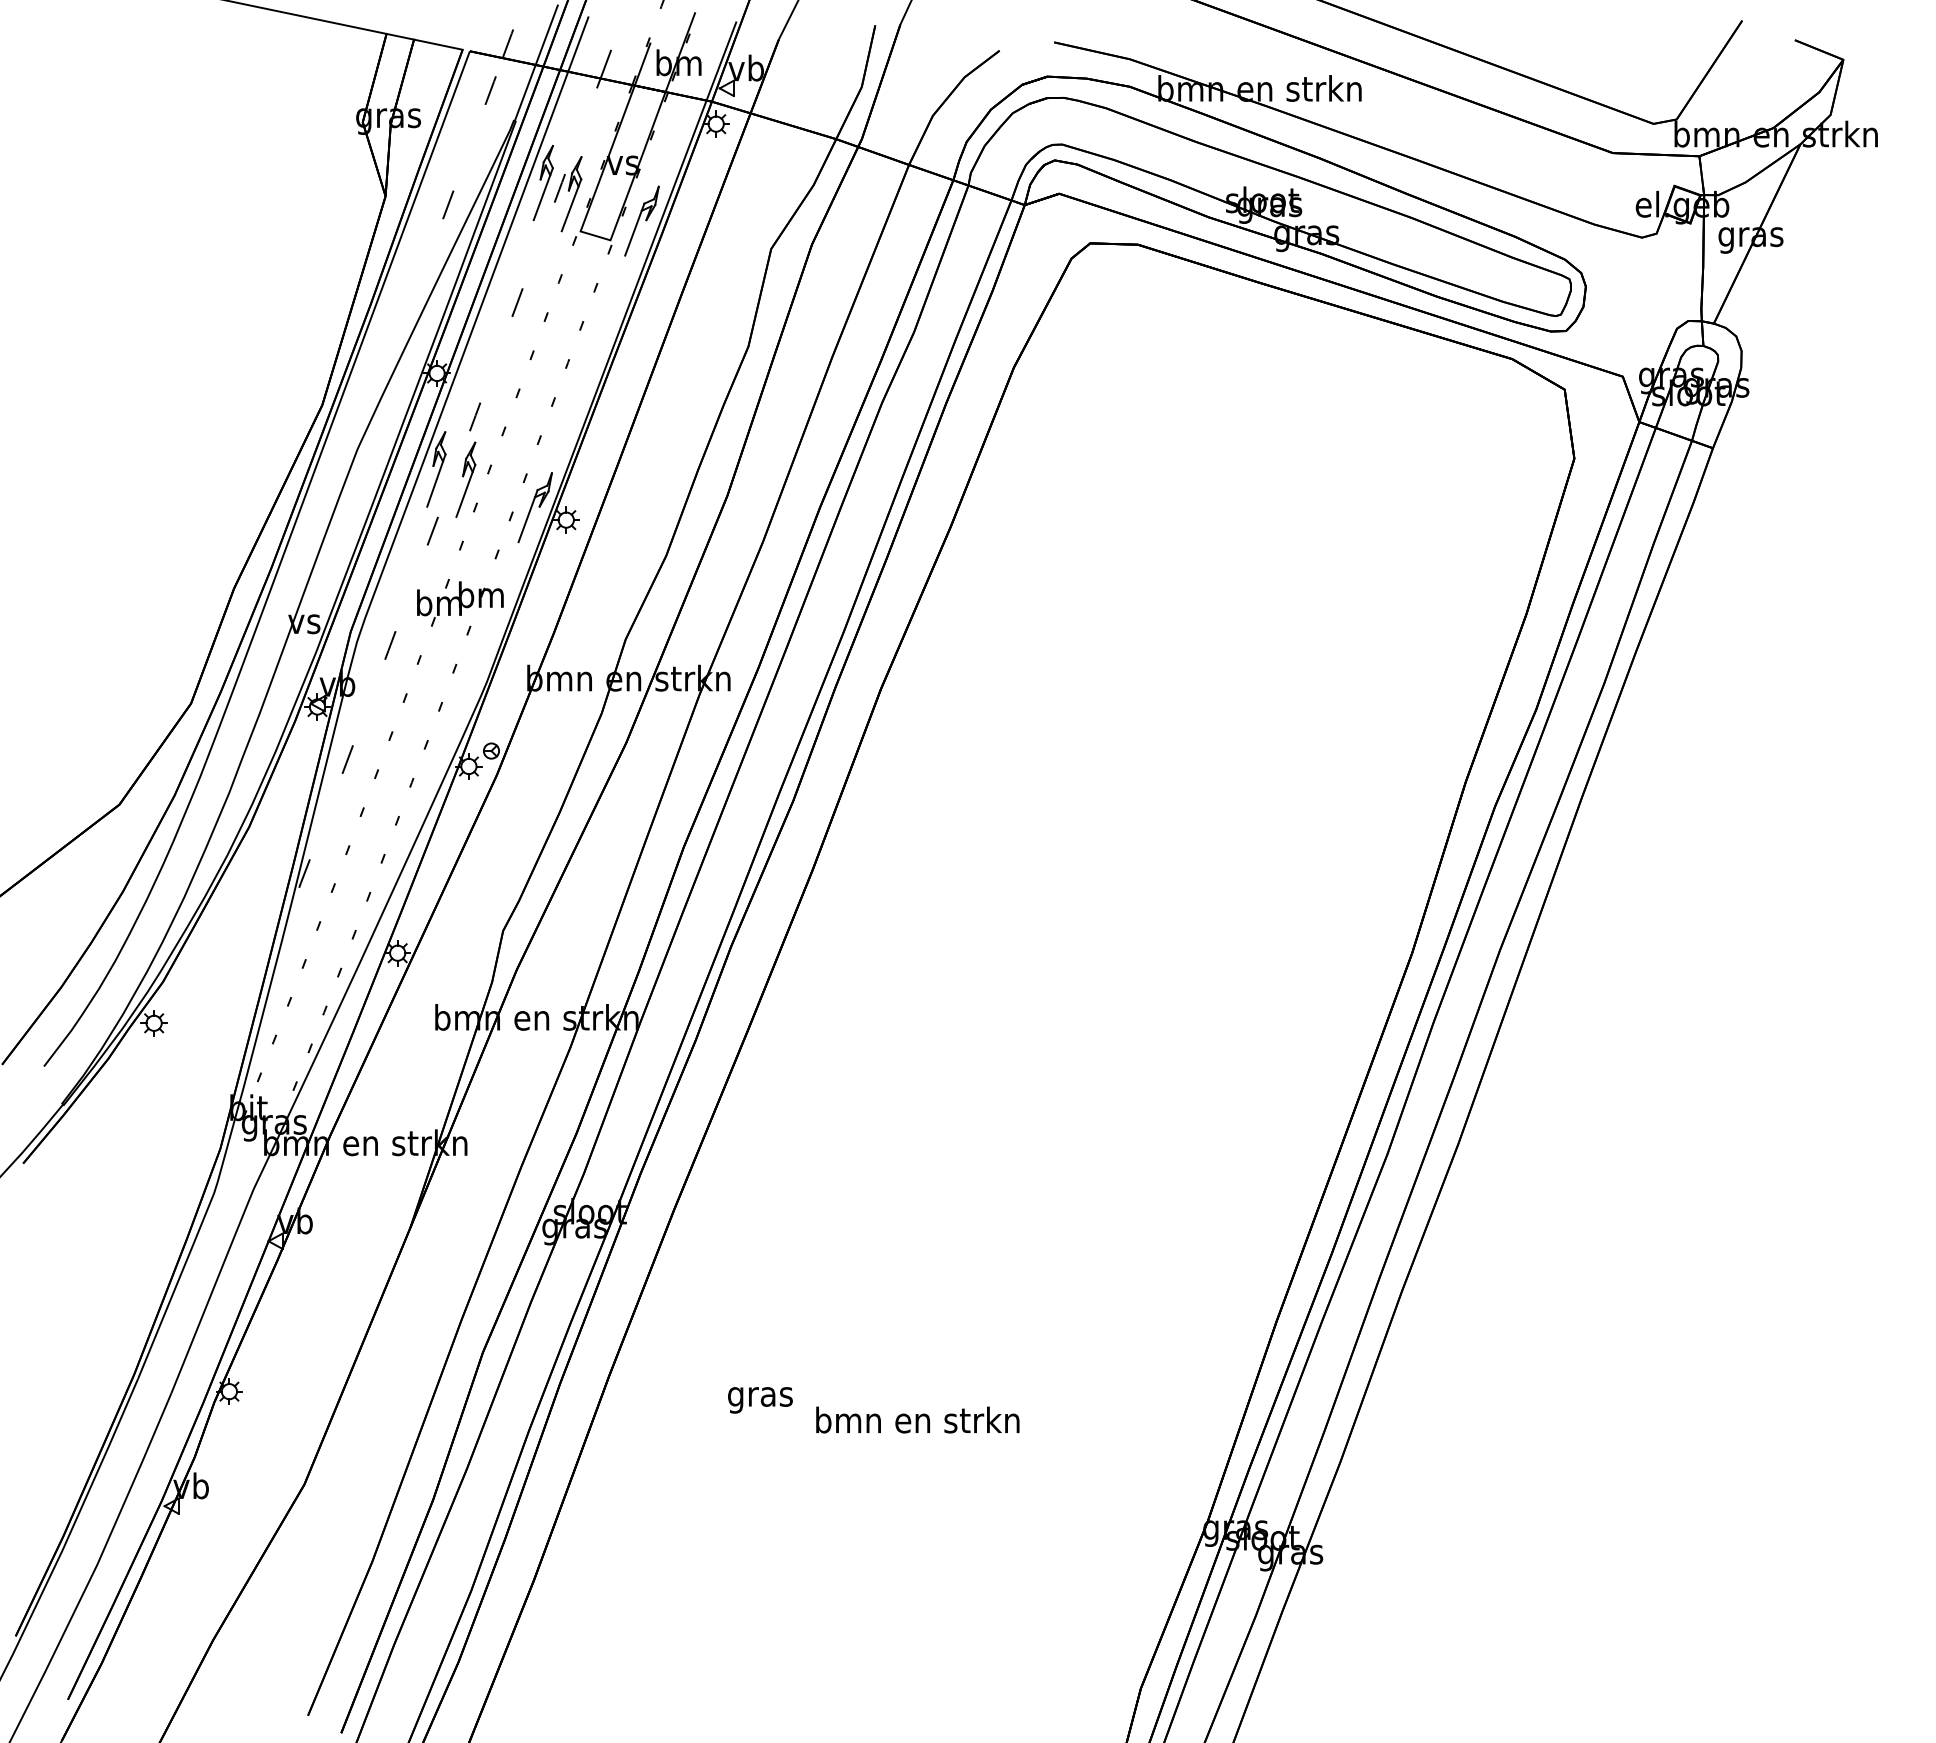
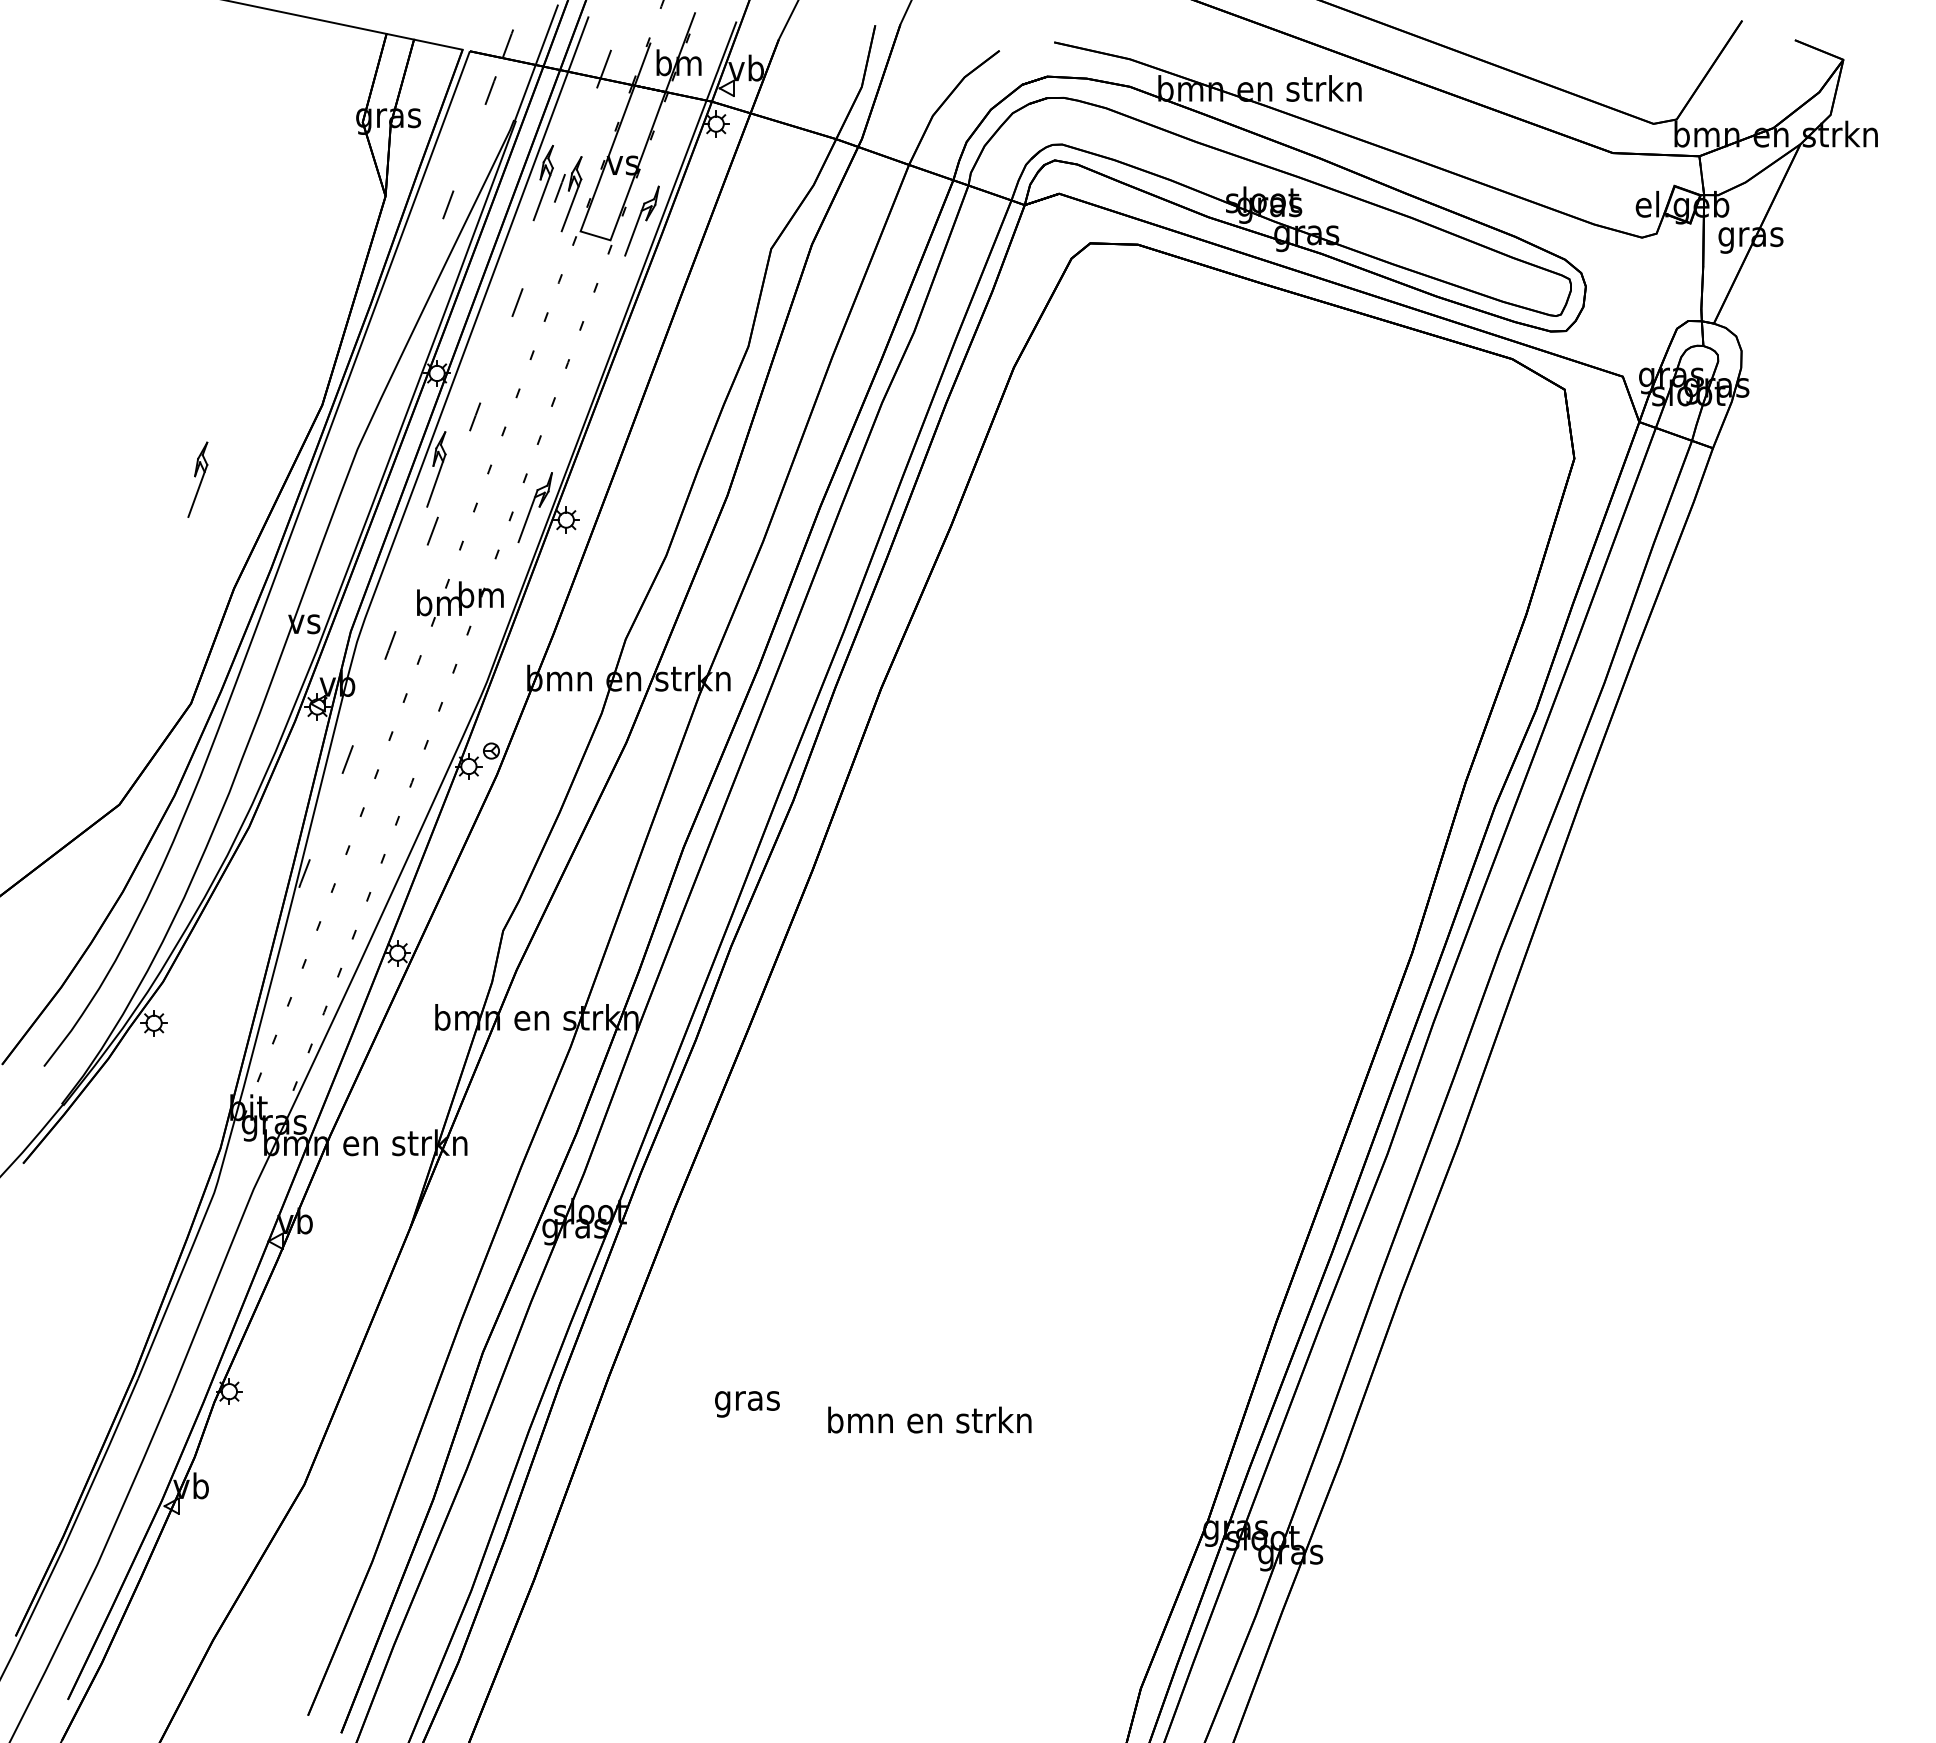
part at (465, 479) position: (465, 479) -> (197, 479)
text at (760, 1400) position: (760, 1400) -> (747, 1404)
text at (917, 1419) position: (917, 1419) -> (929, 1419)
